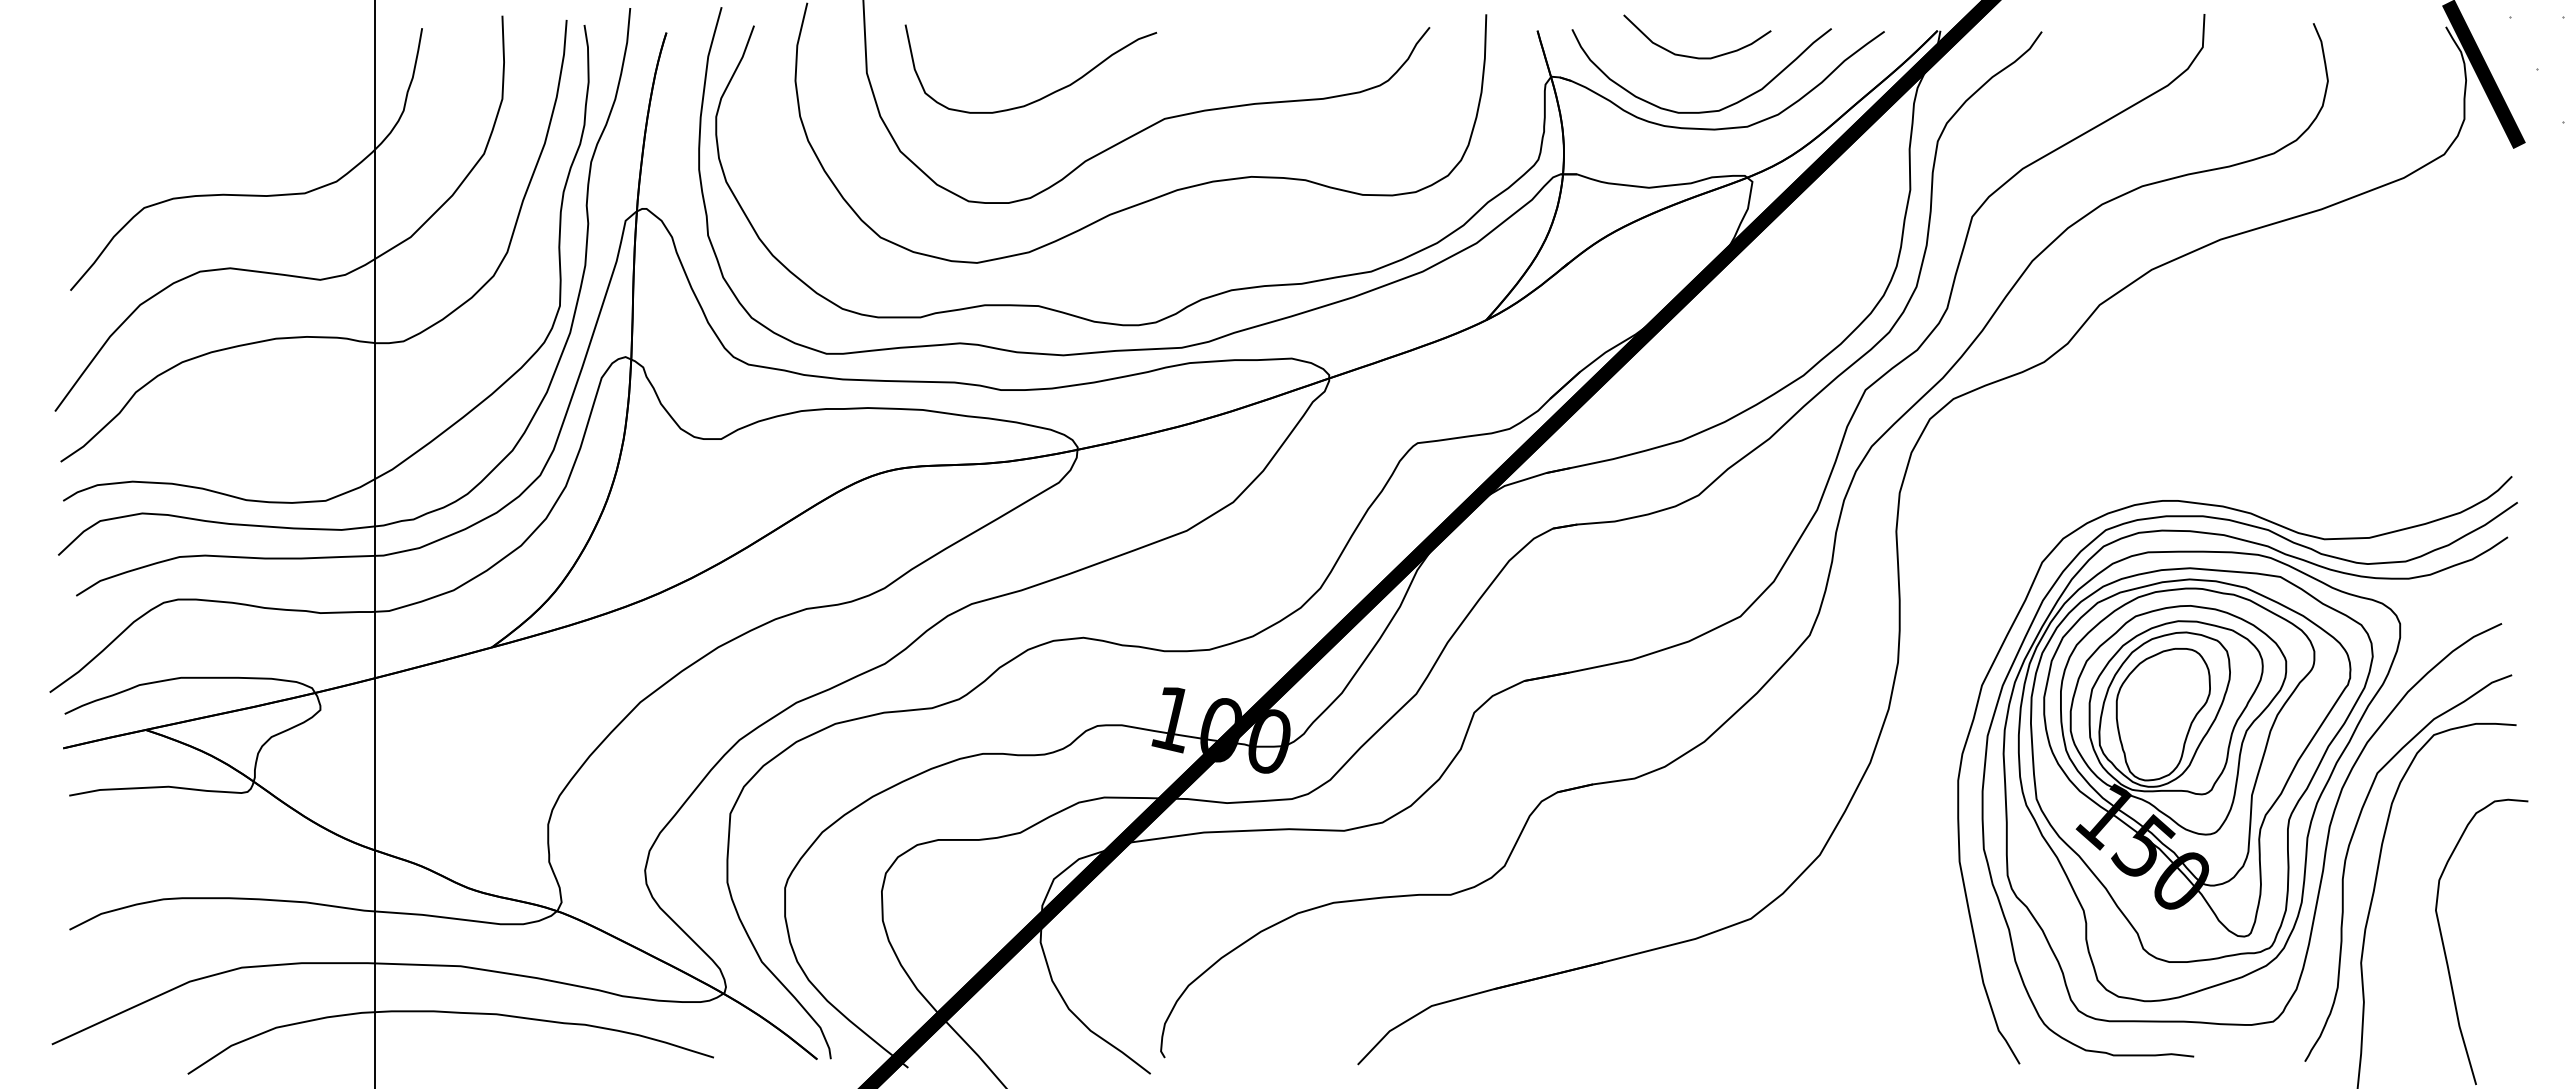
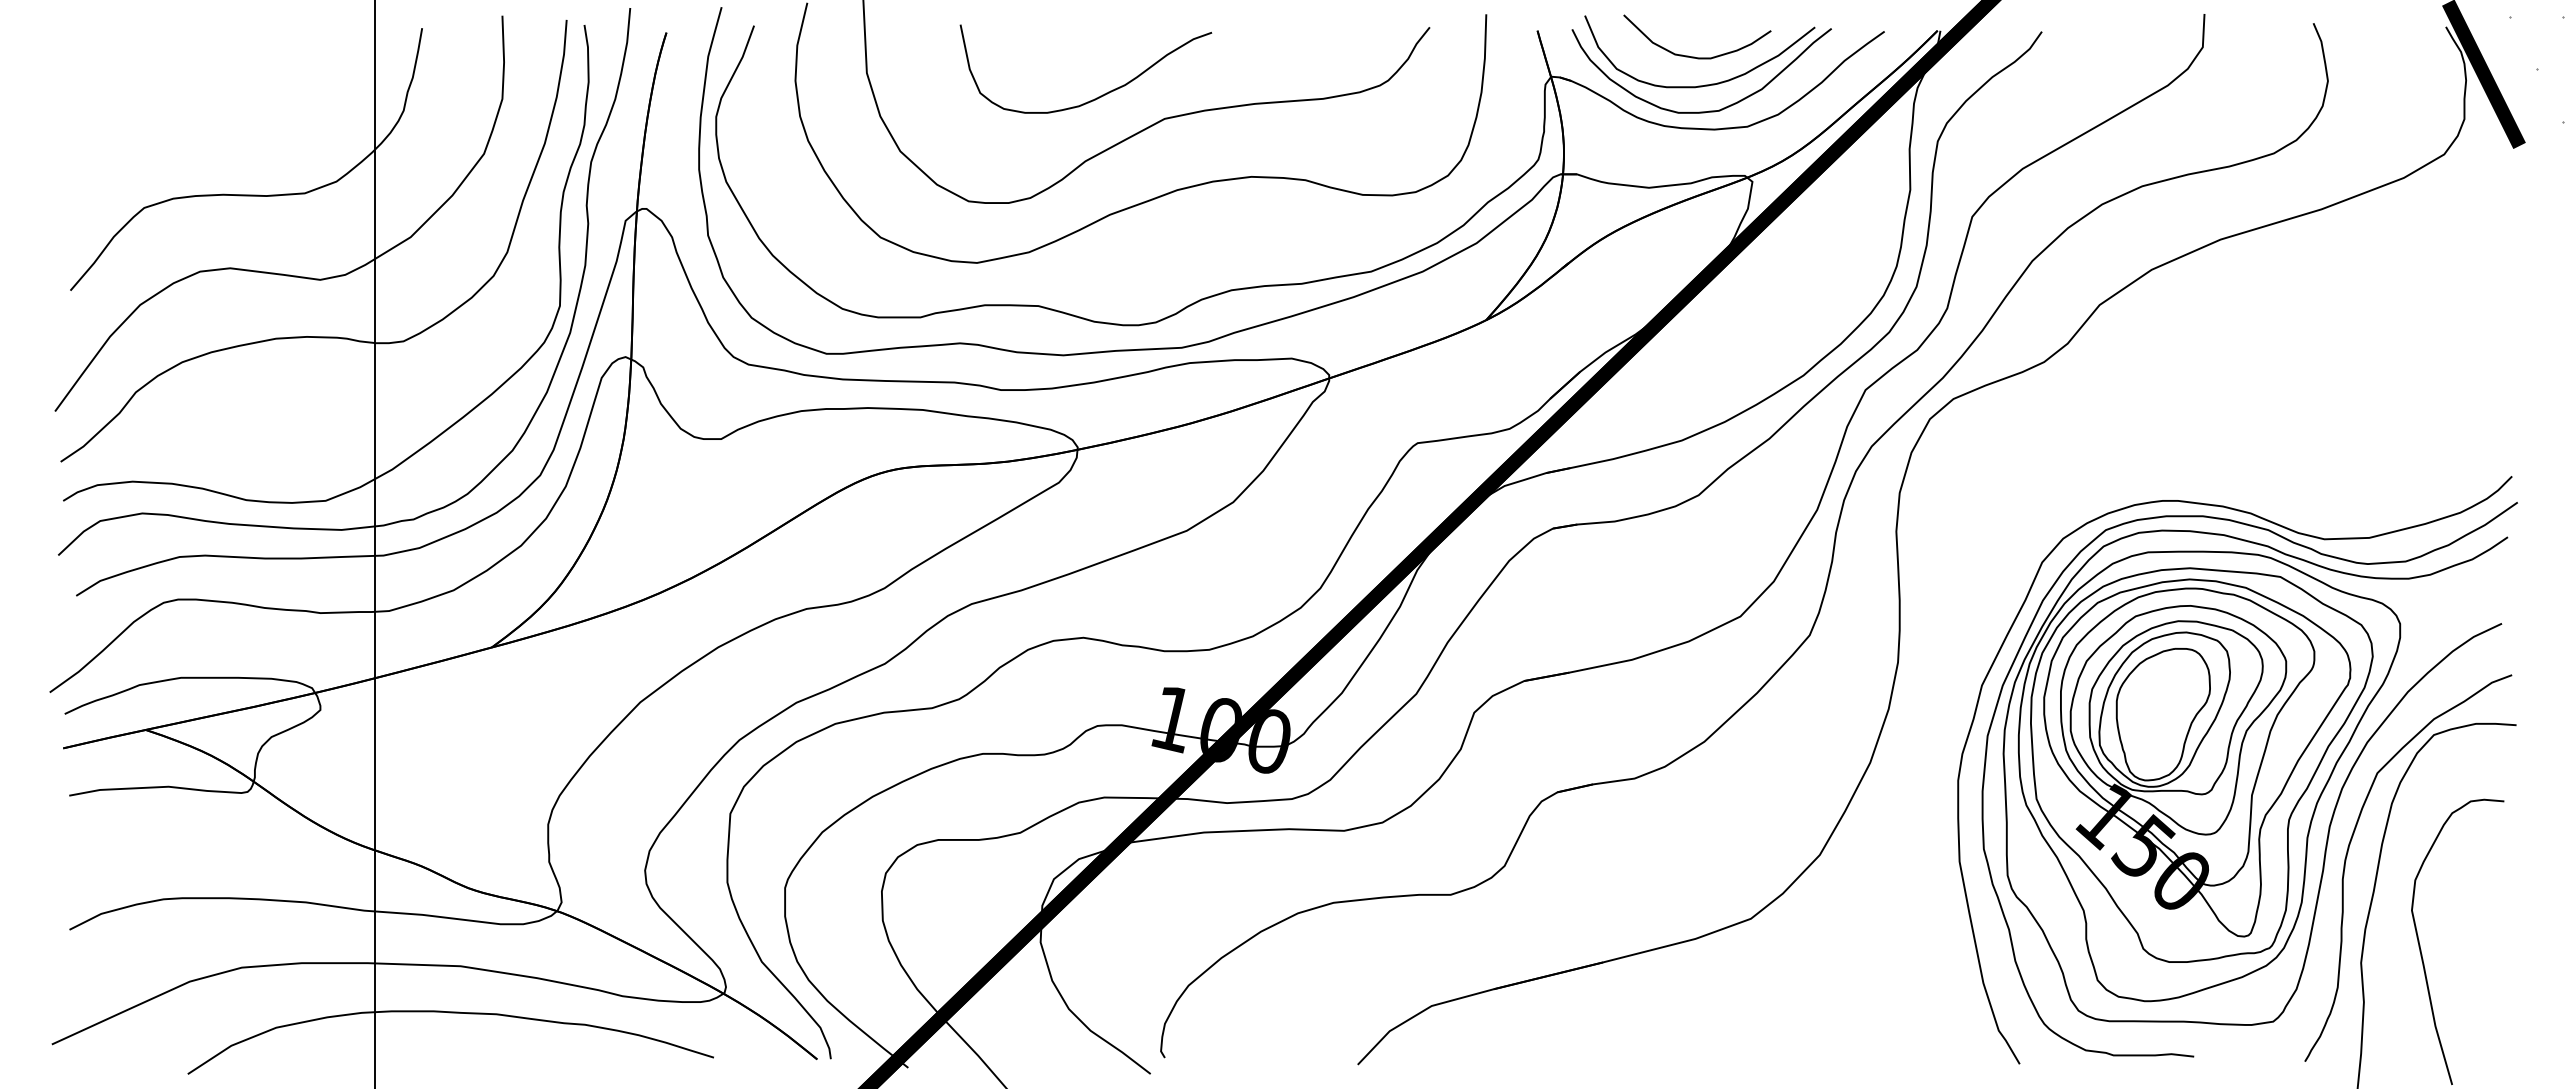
curve at (1705, 84): none -> present
curve at (1043, 96) position: (1043, 96) -> (1098, 96)
curve at (2445, 949) position: (2445, 949) -> (2421, 949)
